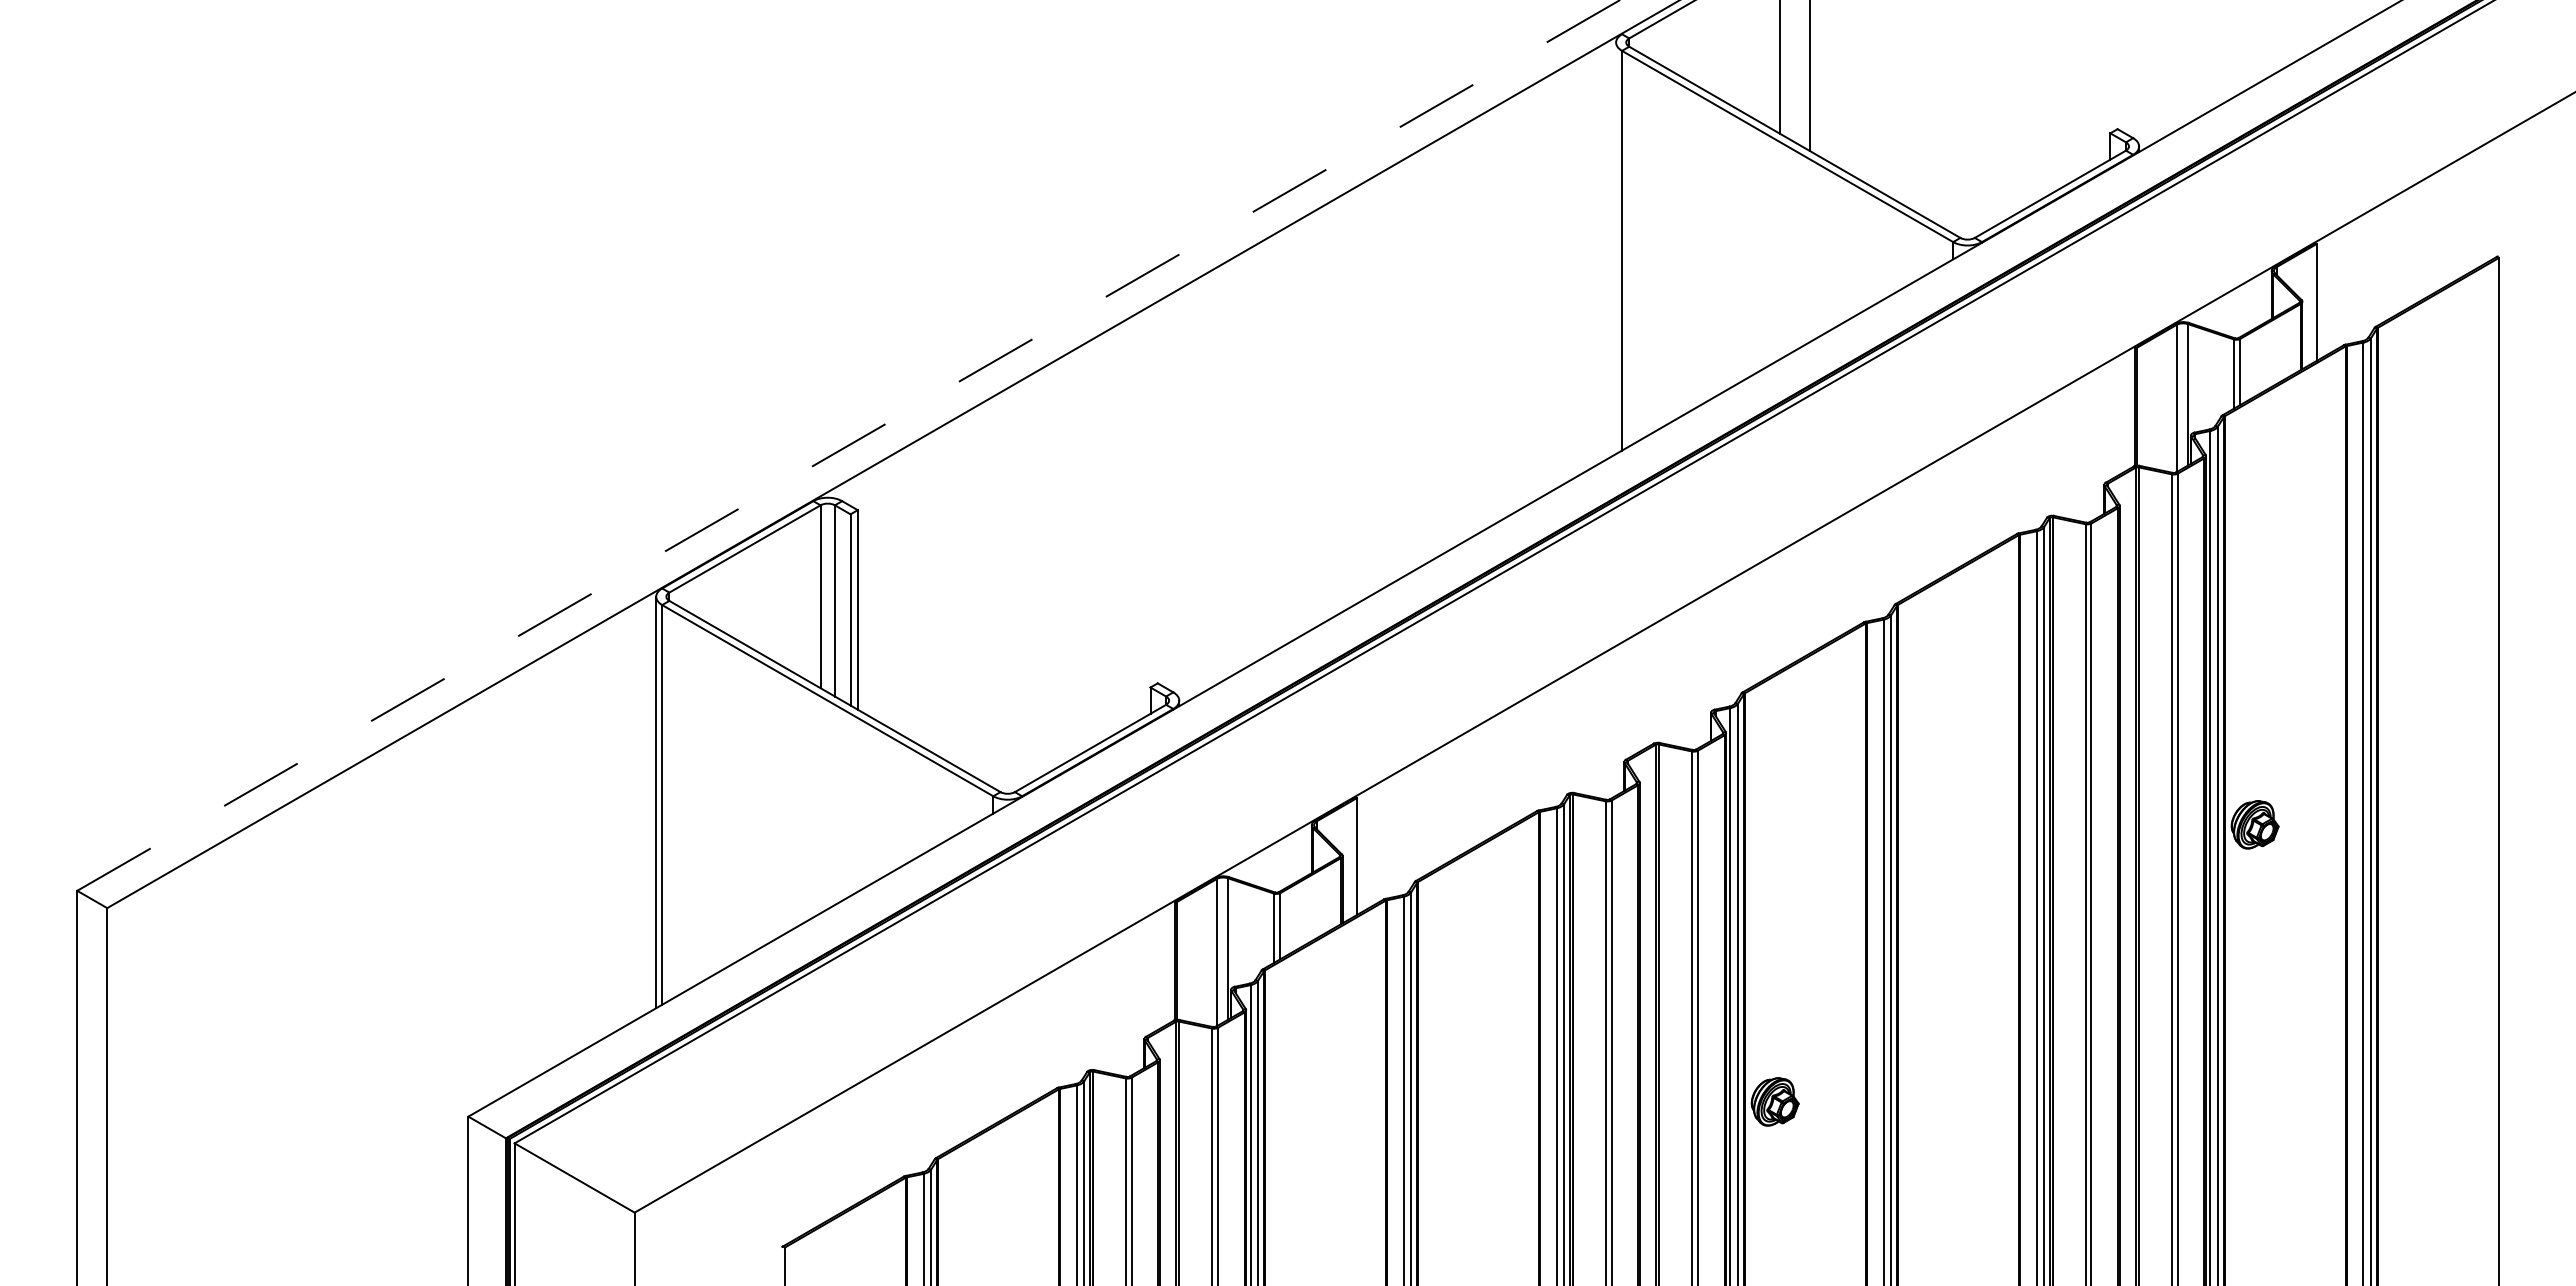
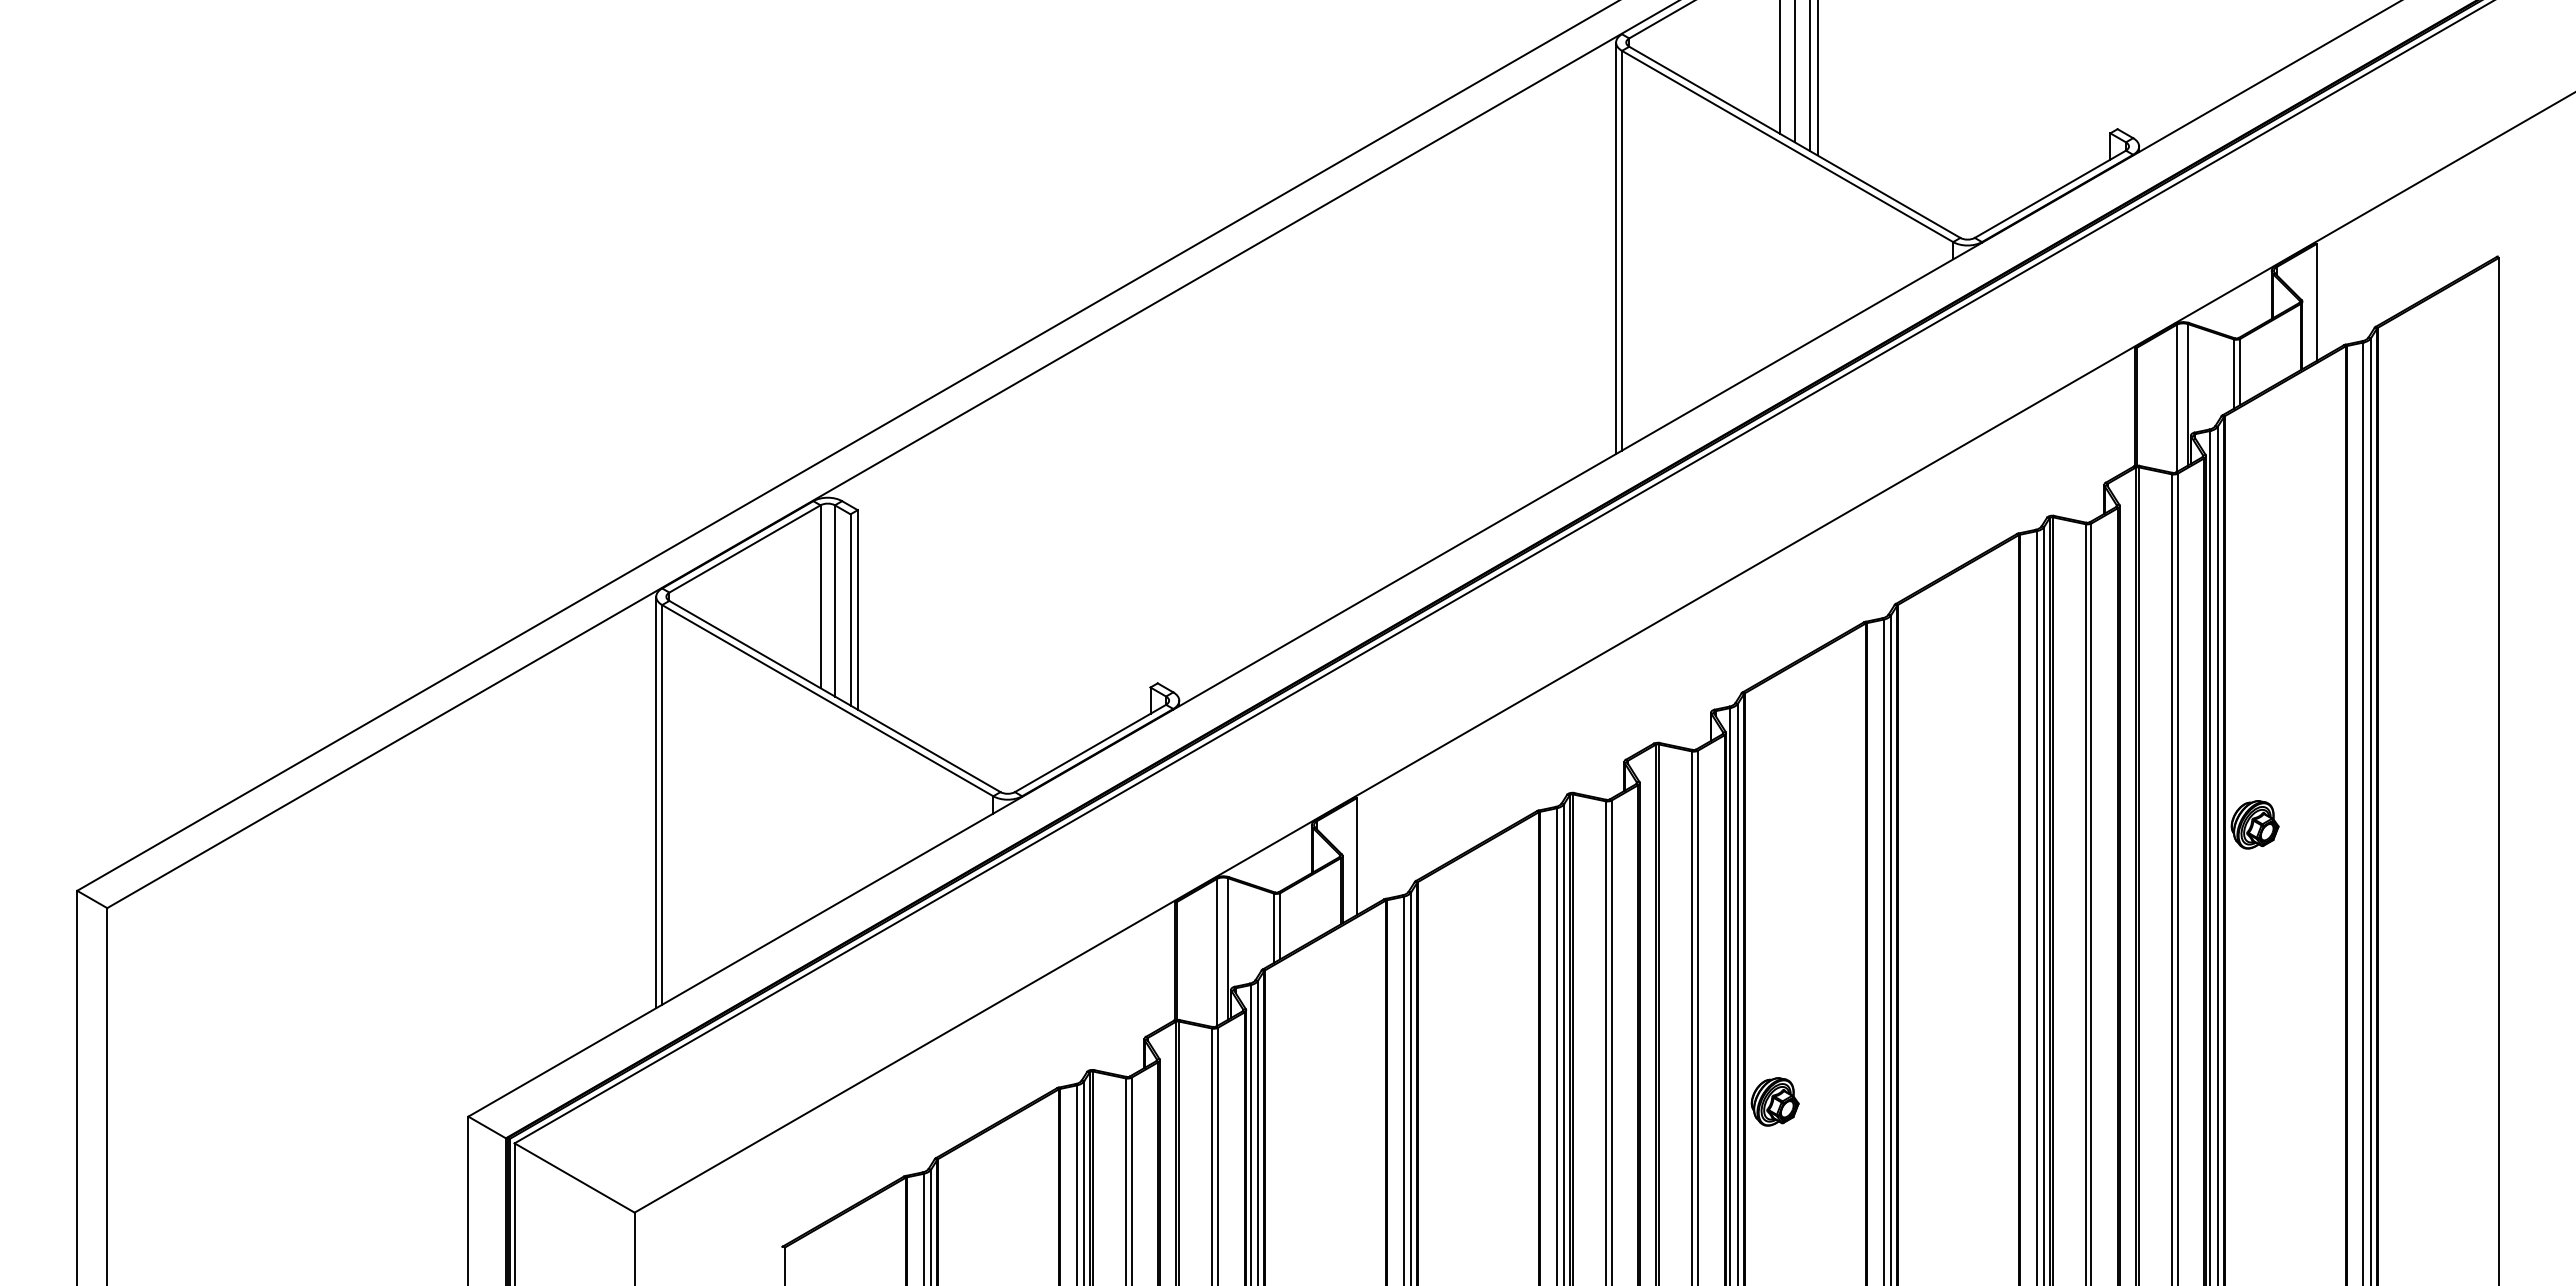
line at (1794, 72): none -> present
line at (1817, 78): none -> present
line at (1616, 248): none -> present
line at (848, 445): dashed -> solid
